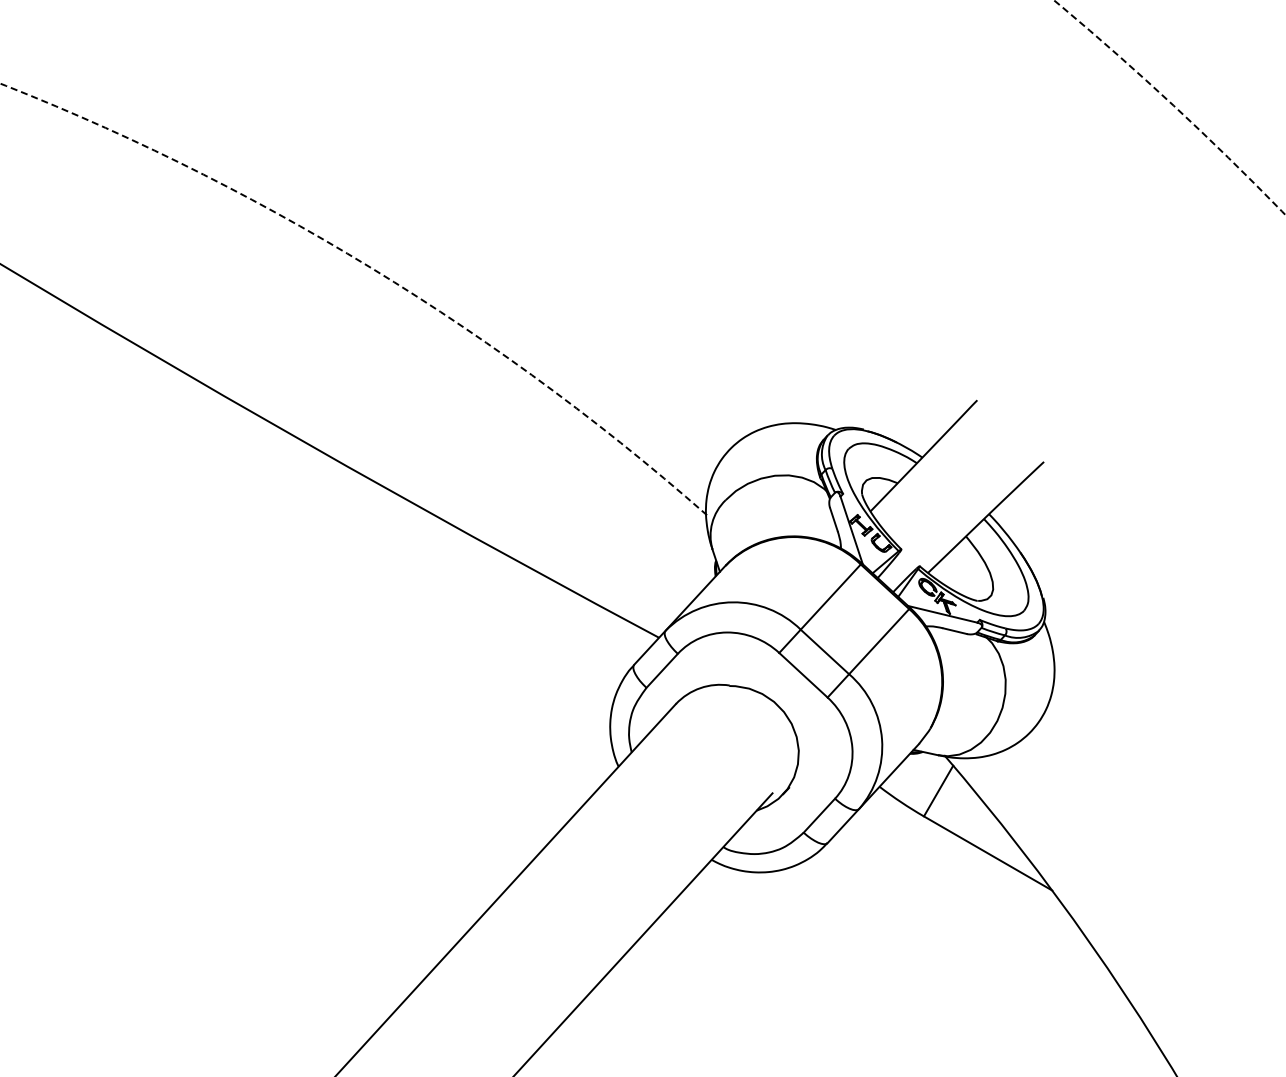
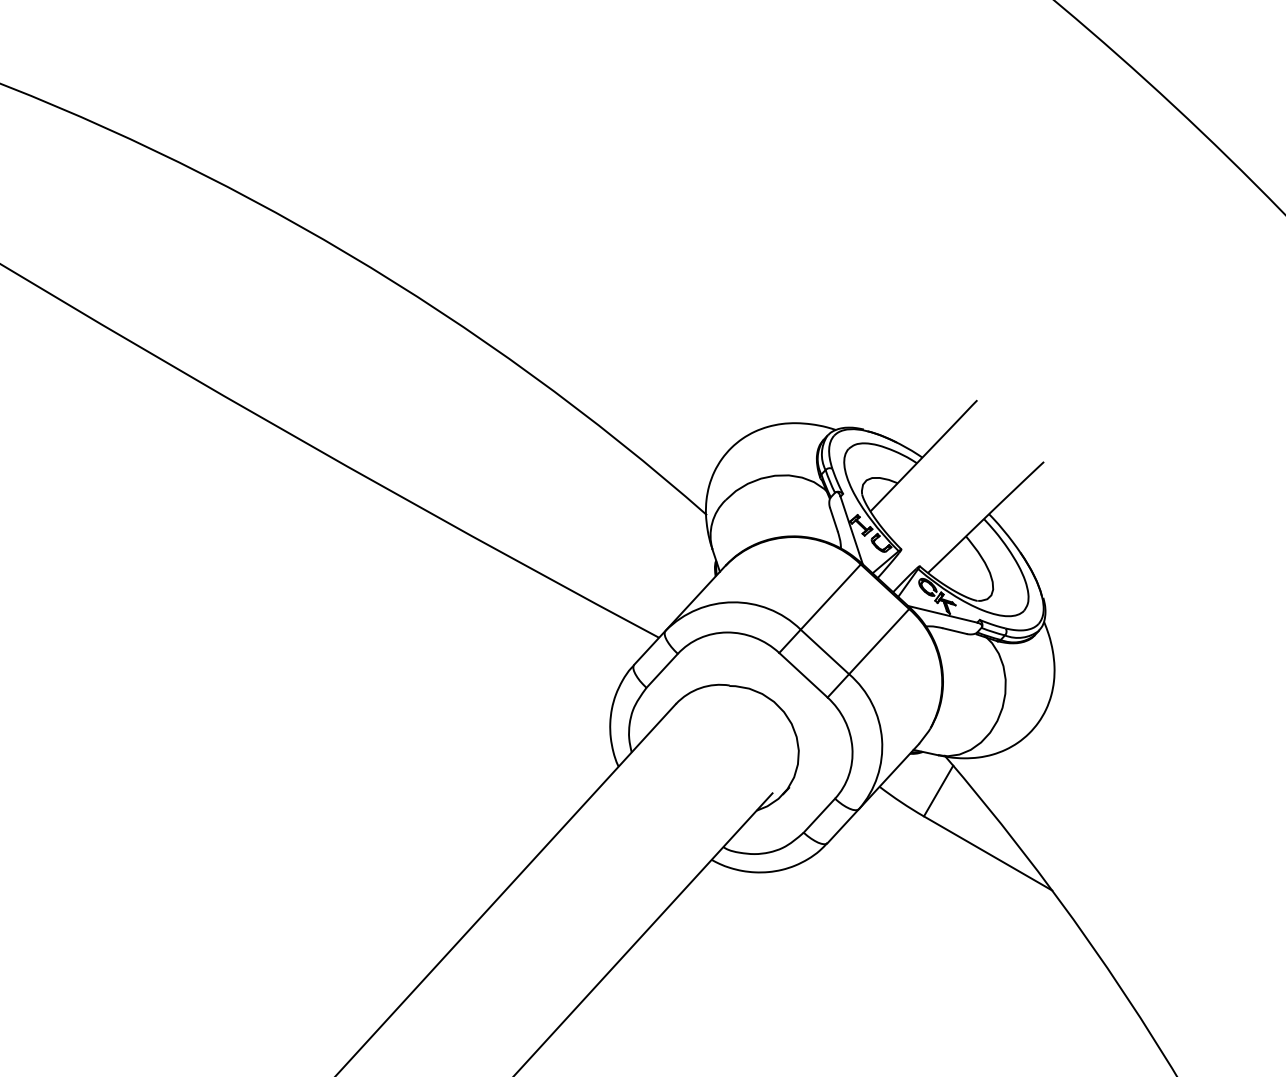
arc at (1172, 104): dashed -> solid
arc at (370, 267): dashed -> solid
